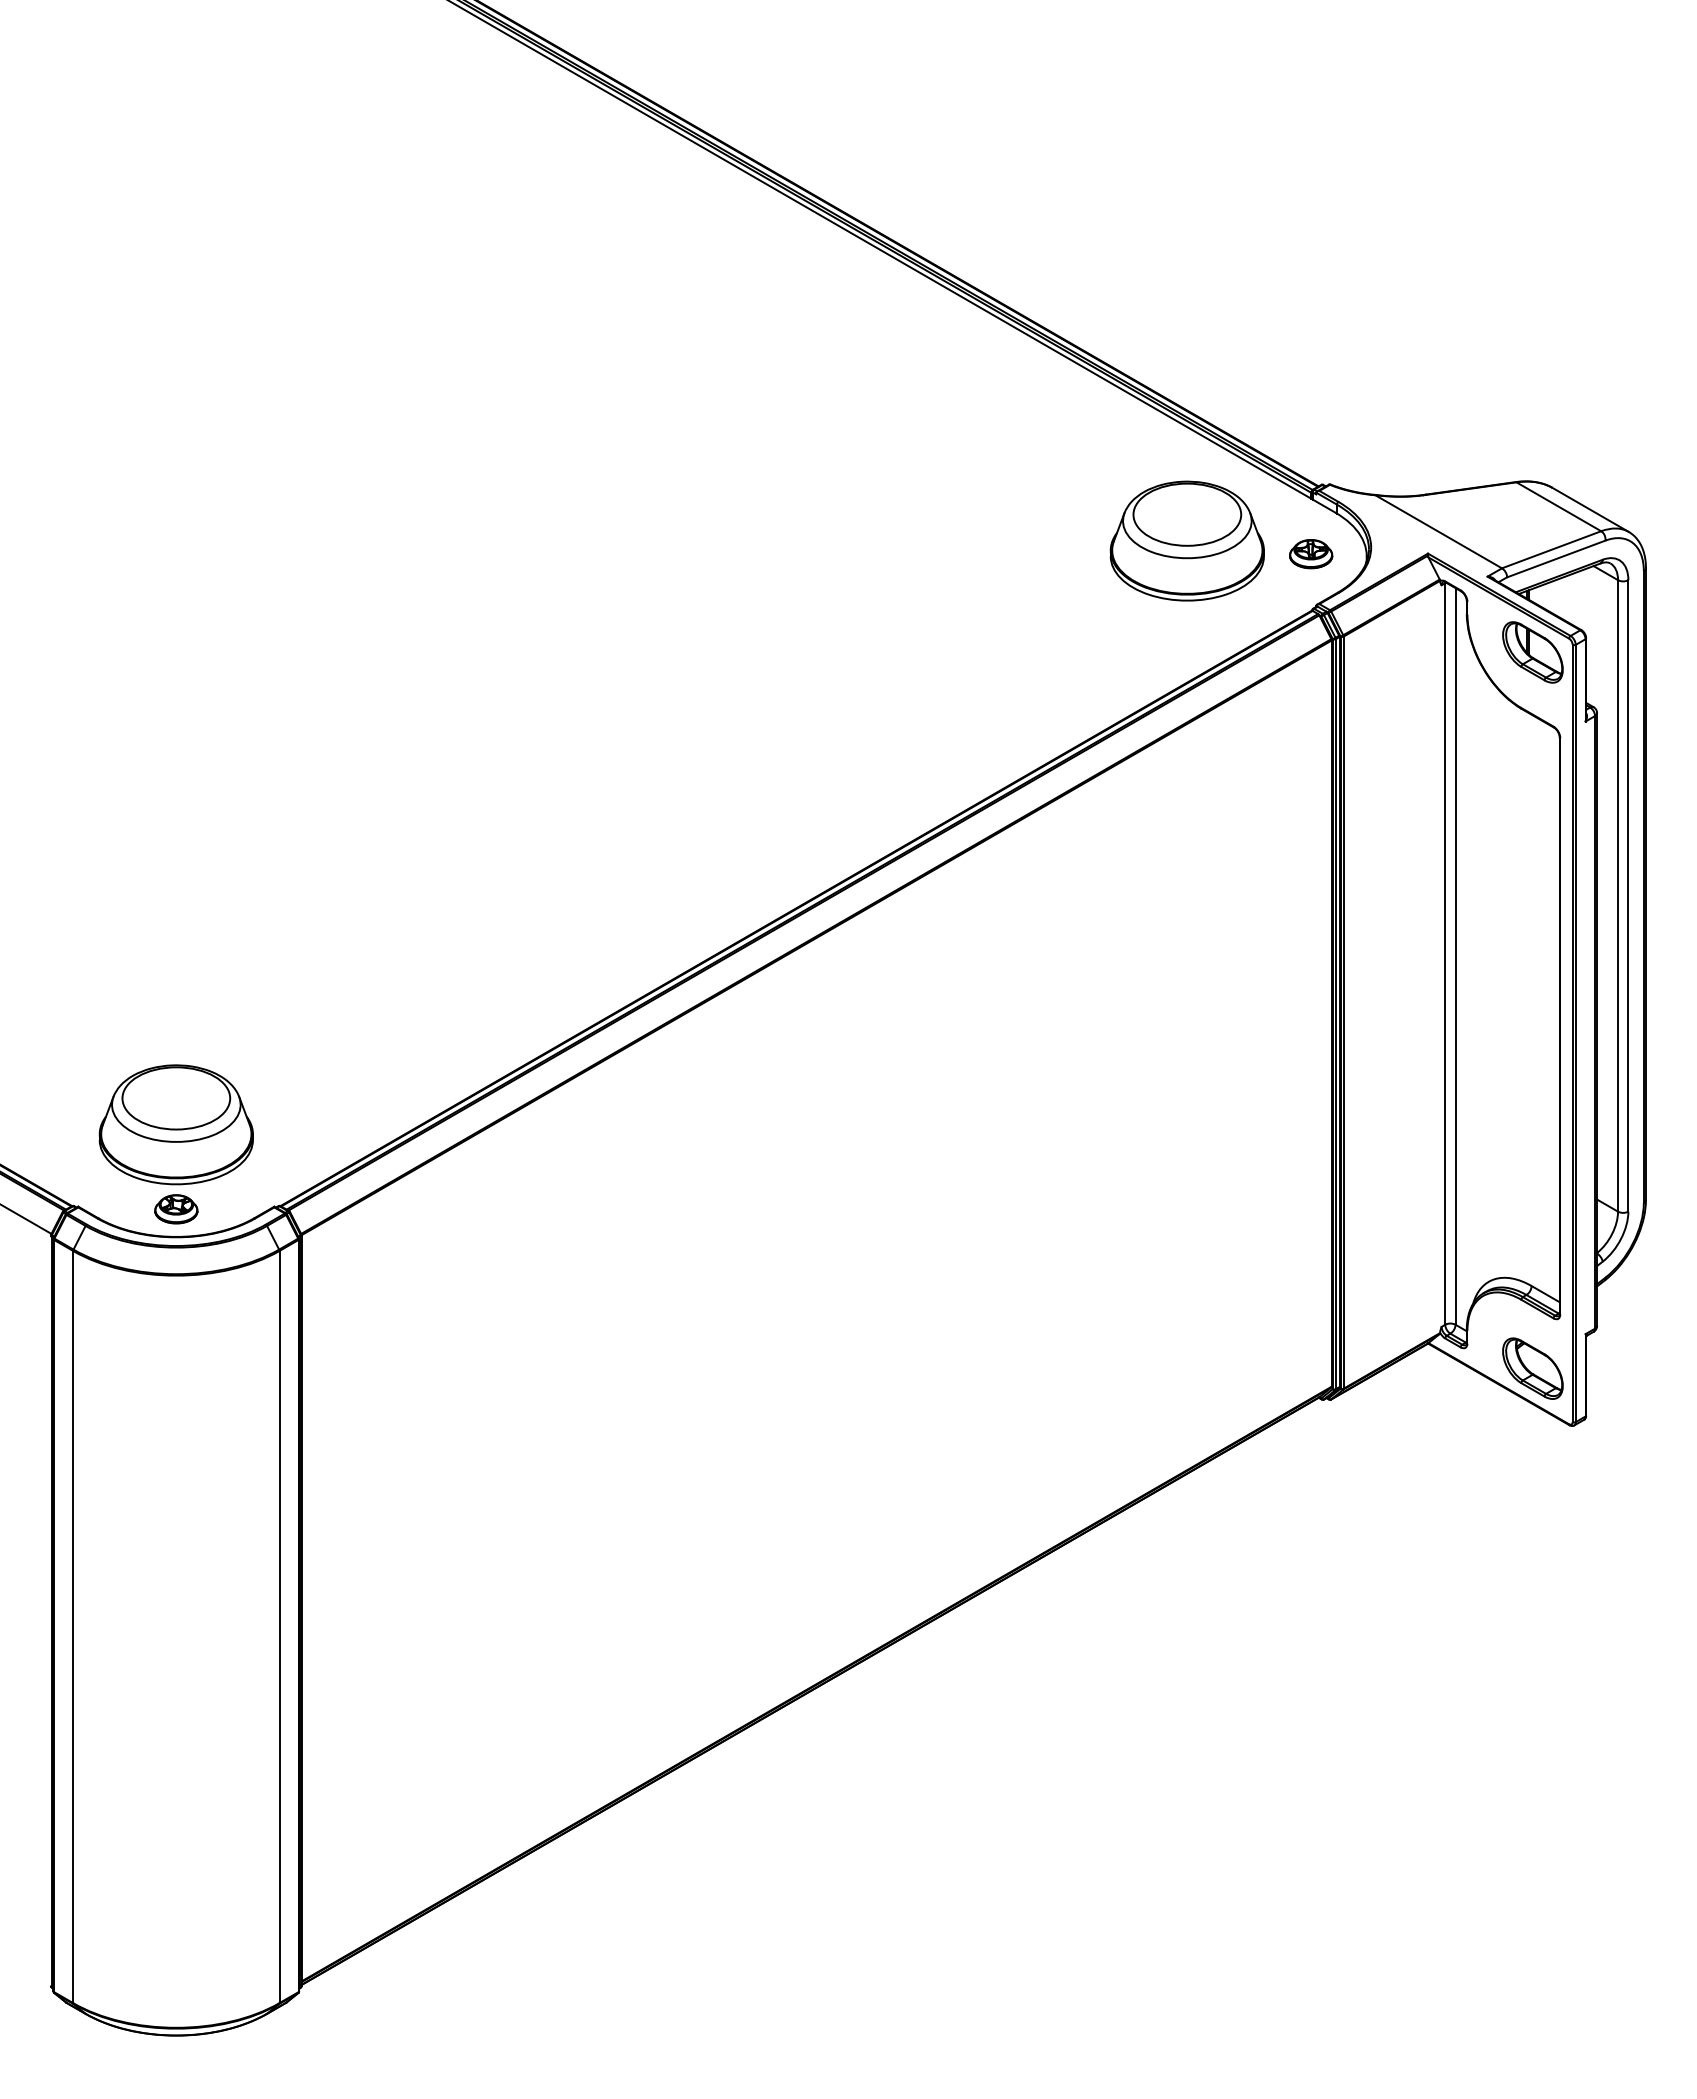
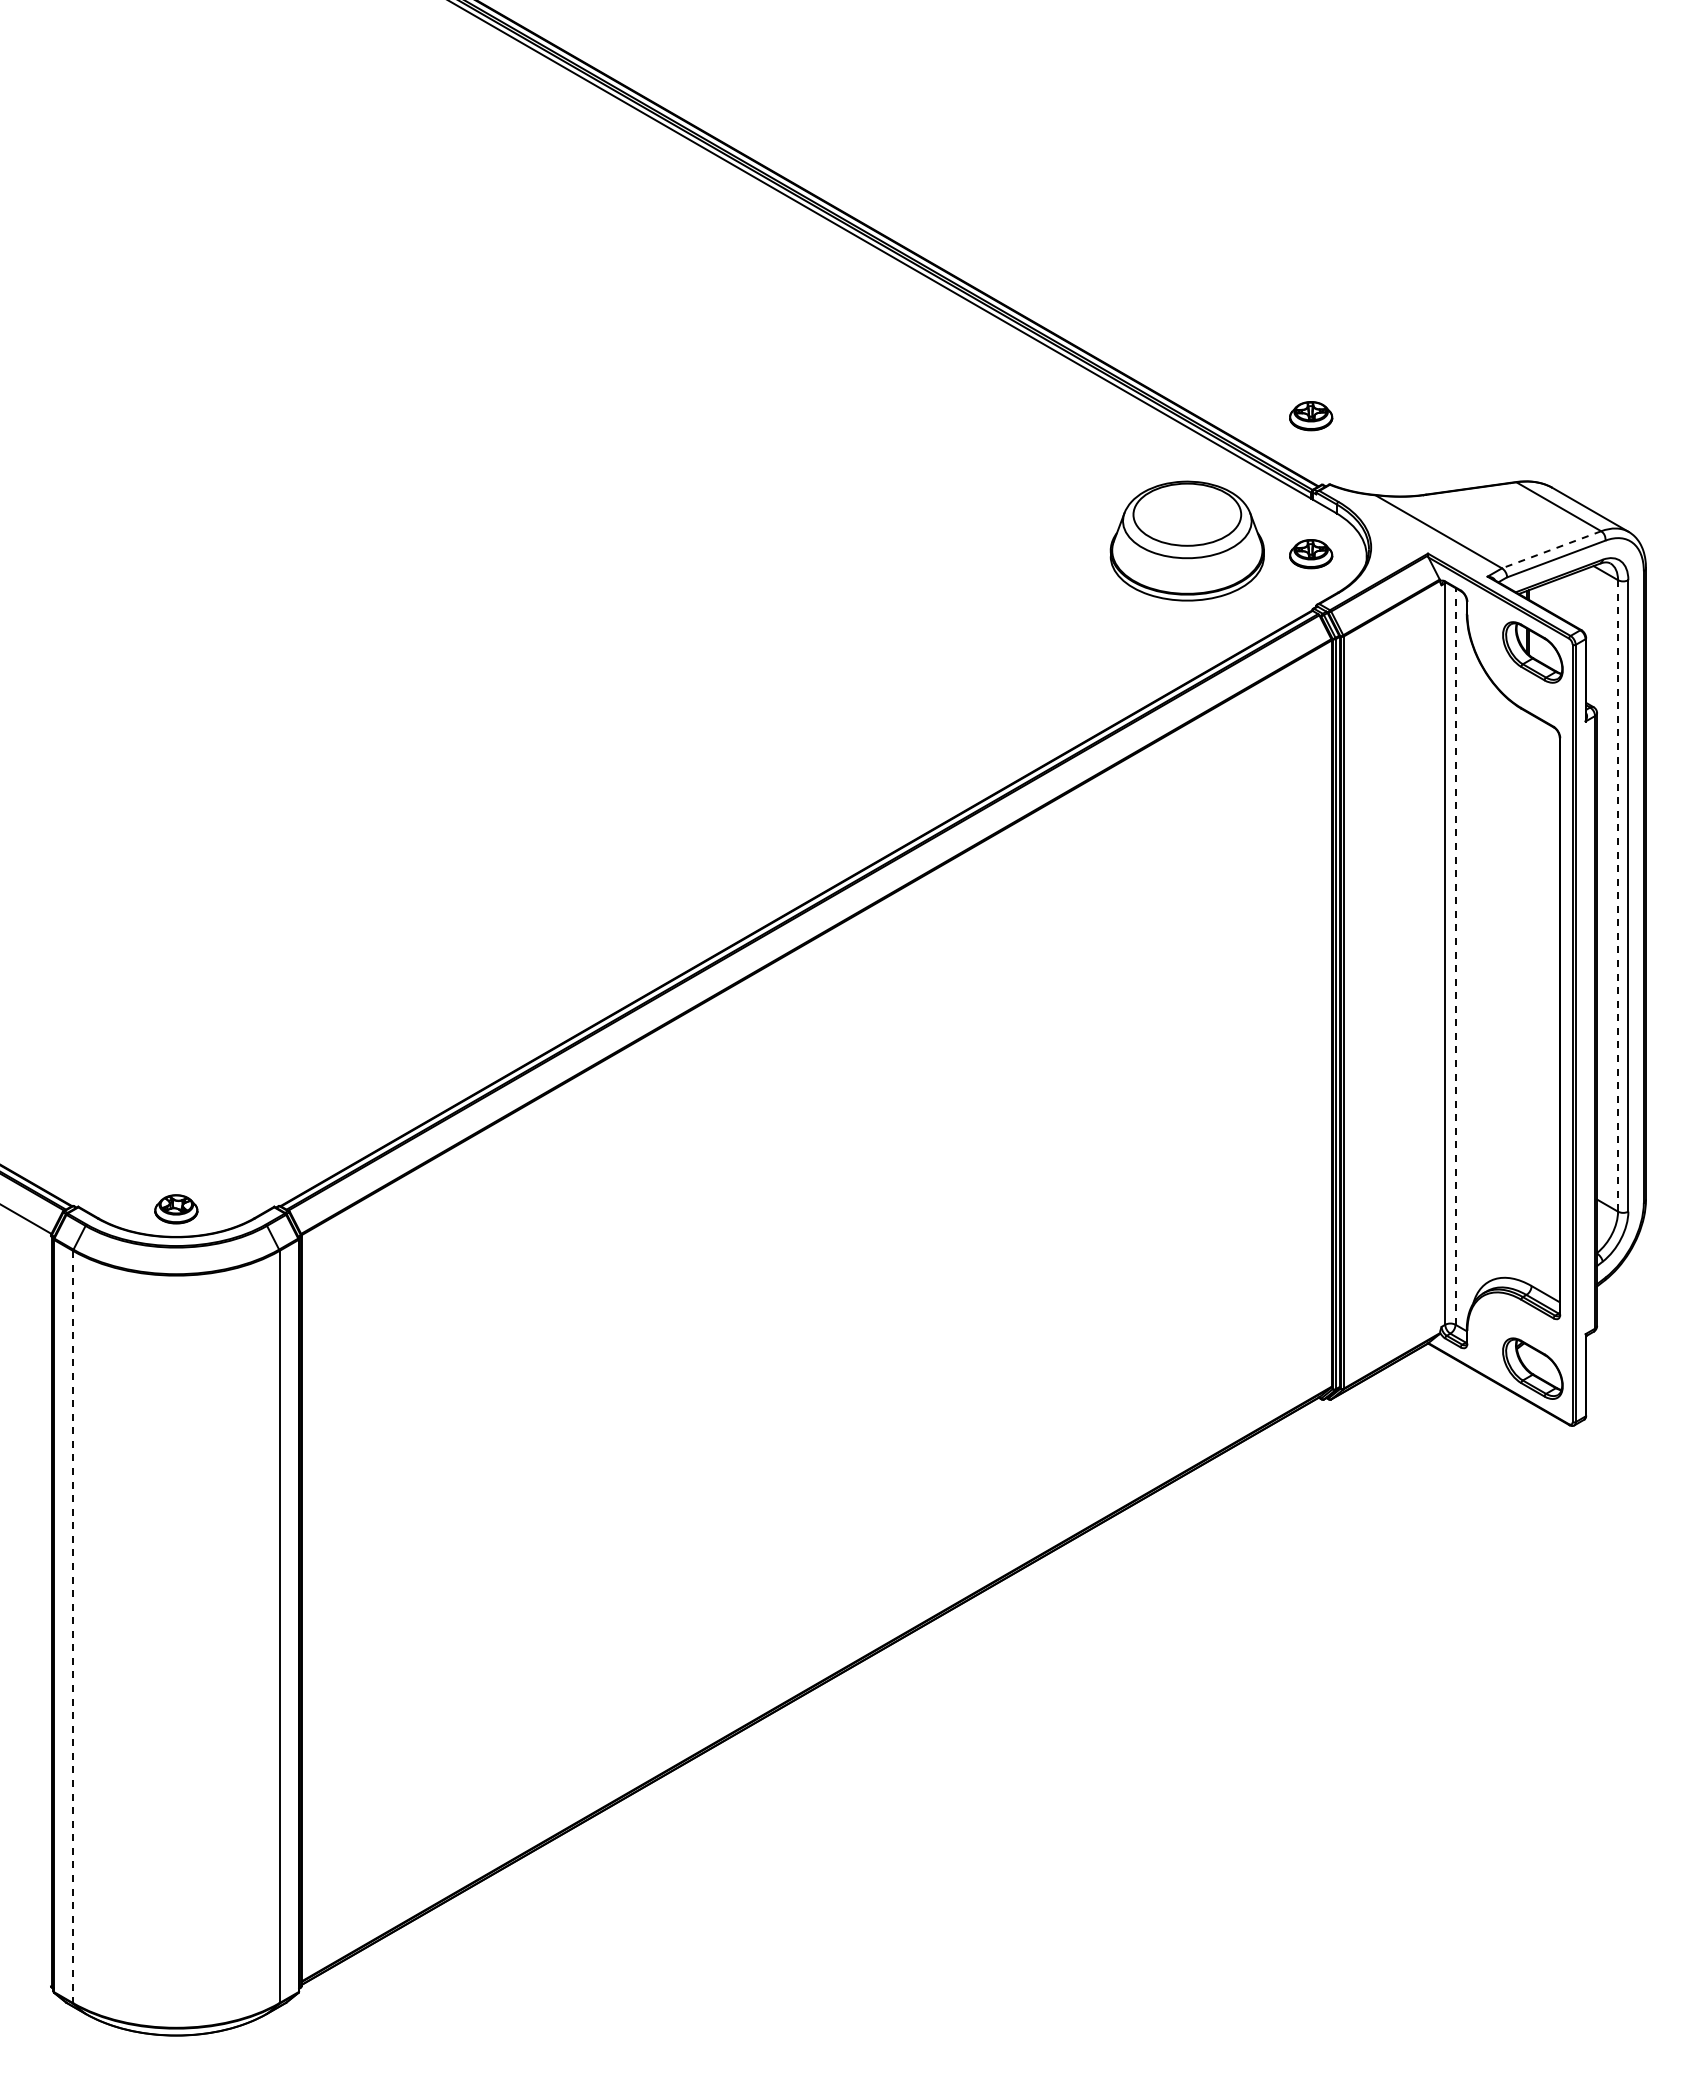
part at (1311, 416): none -> present
line at (1551, 549): solid -> dashed
line at (1618, 895): solid -> dashed
line at (1455, 955): solid -> dashed
part at (175, 1124): present -> none
line at (73, 1627): solid -> dashed
